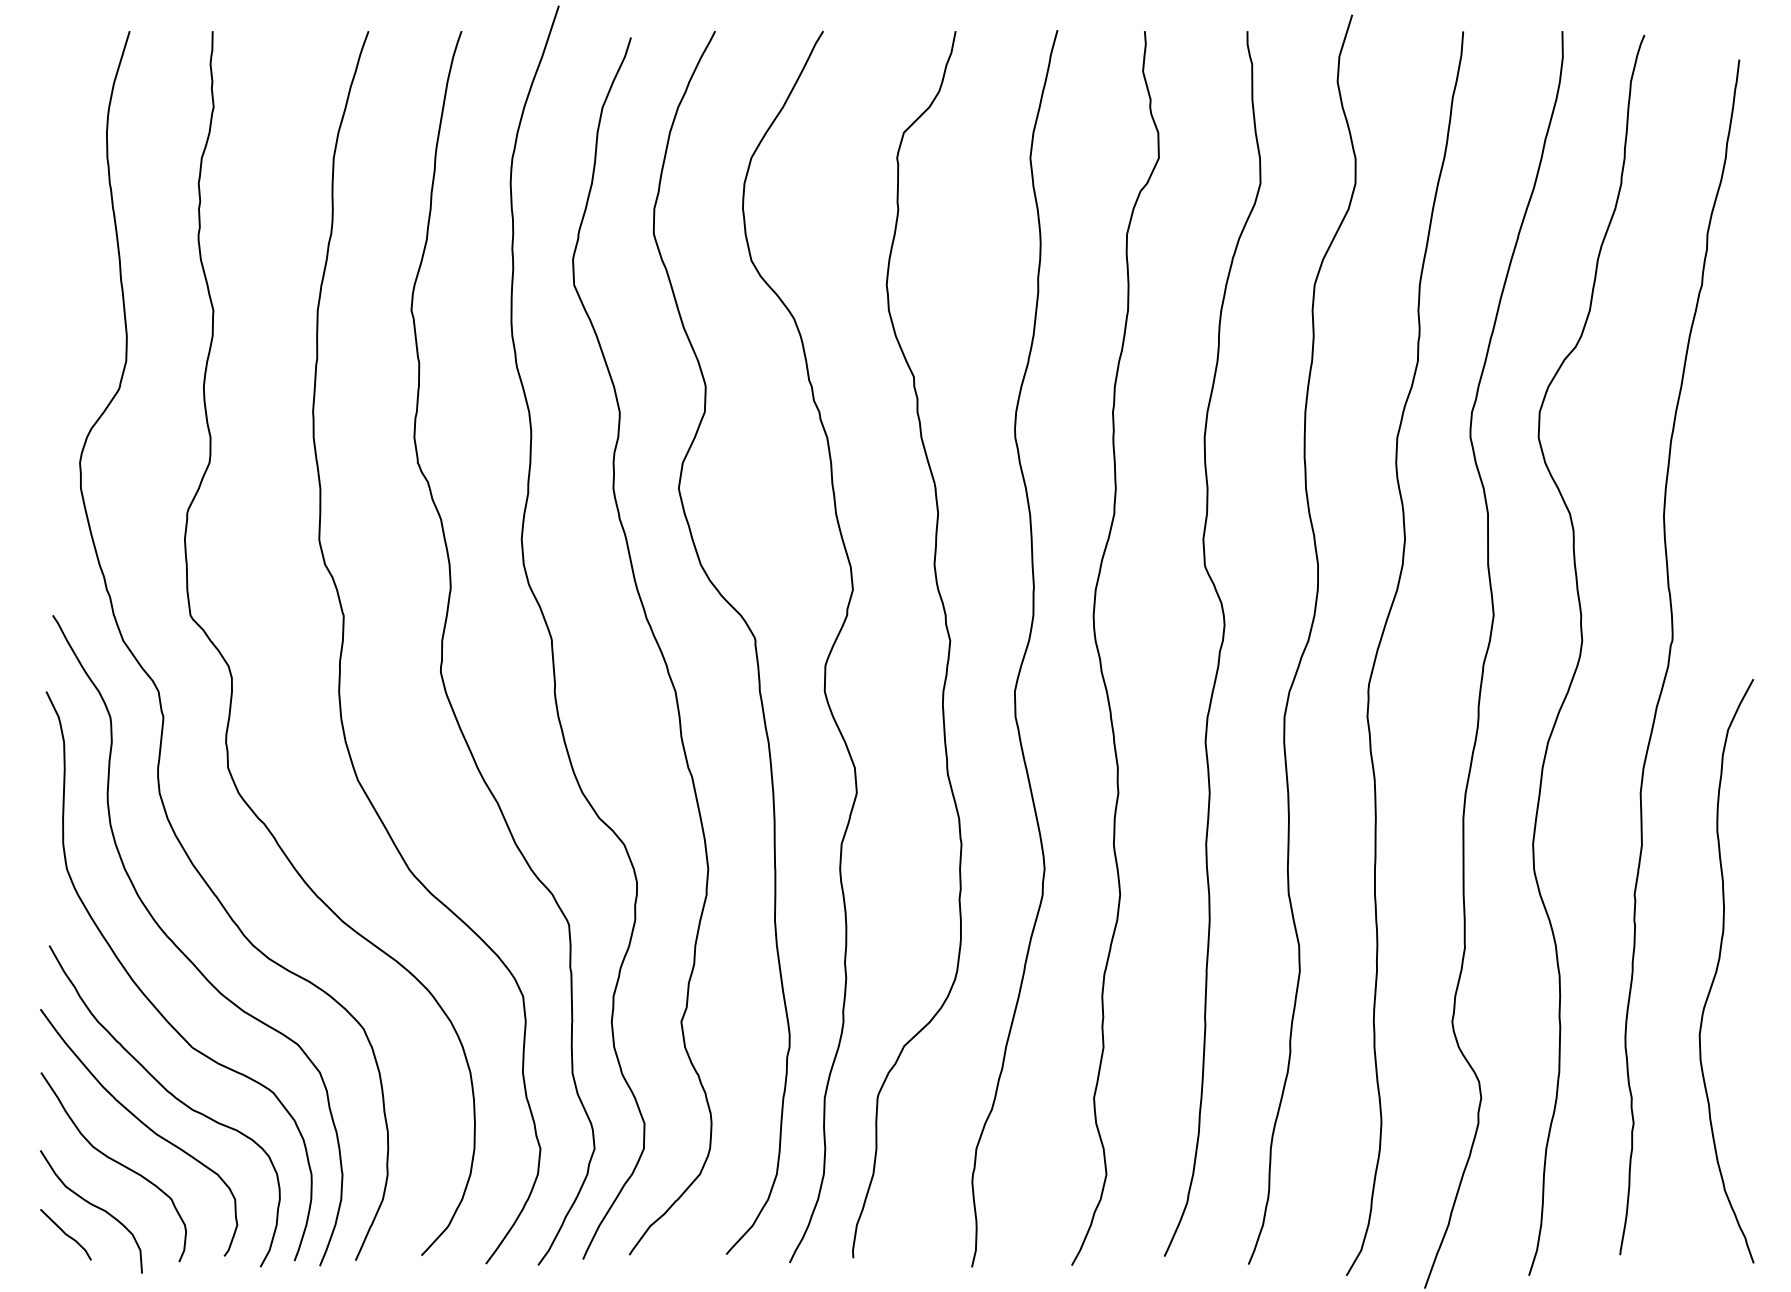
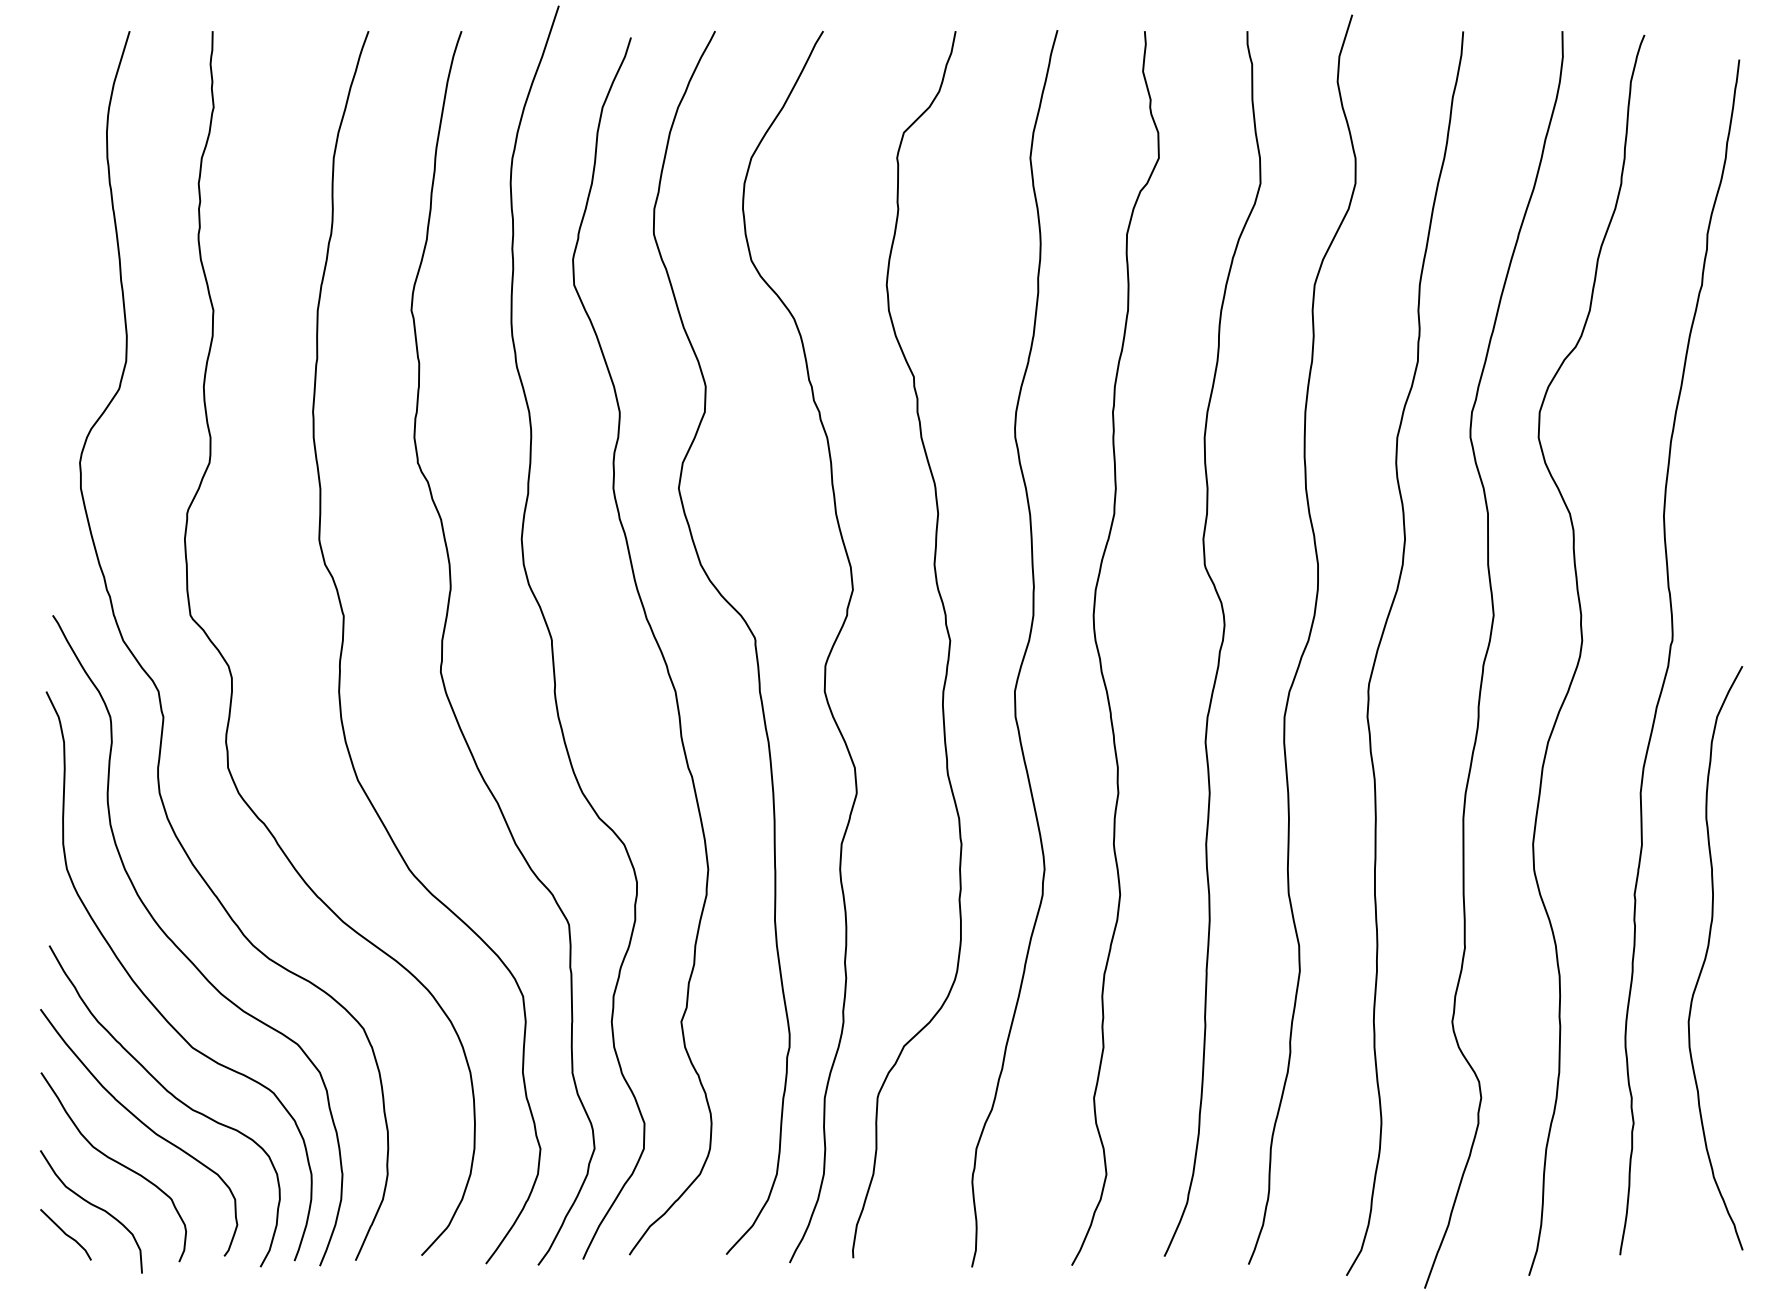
curve at (1718, 967) position: (1718, 967) -> (1707, 954)
